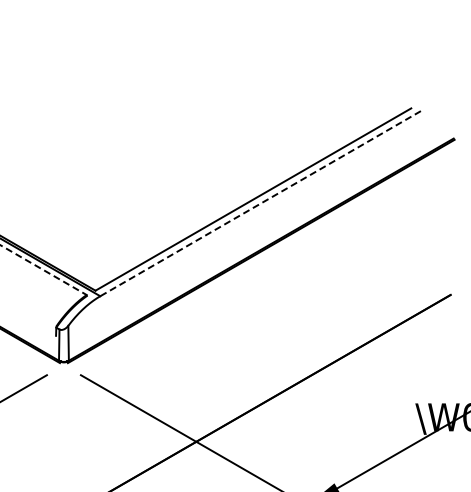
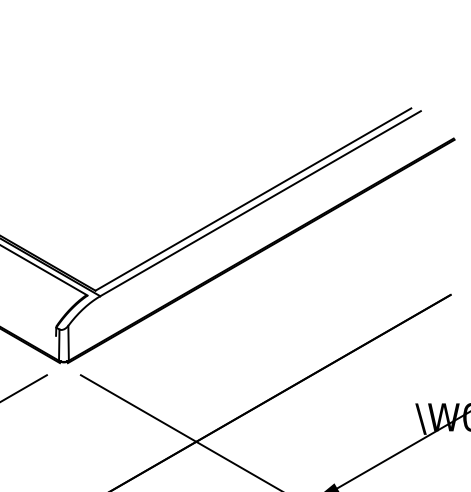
line at (260, 203): dashed -> solid
line at (44, 270): dashed -> solid
